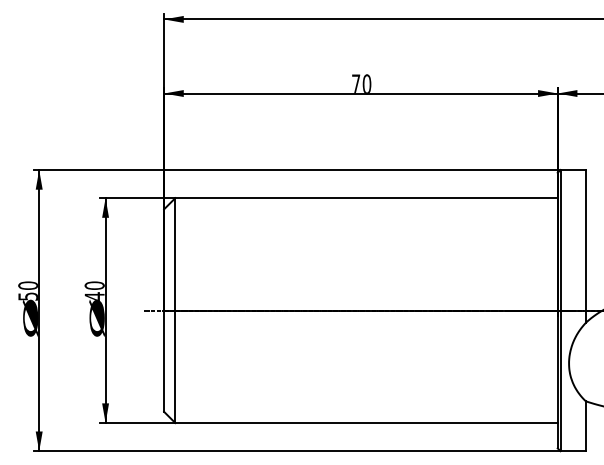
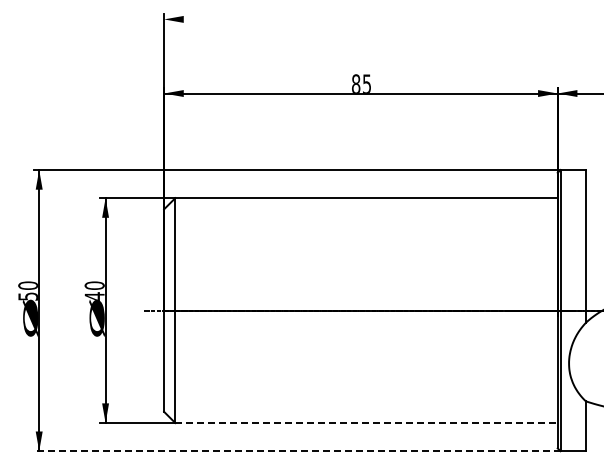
line at (382, 19): present -> none
text at (361, 83): 70 -> 85
line at (367, 423): solid -> dashed
line at (296, 451): solid -> dashed
